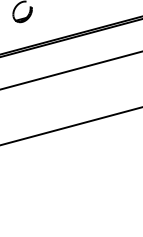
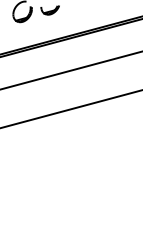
part at (49, 10): none -> present
line at (70, 125) position: (70, 125) -> (70, 108)
